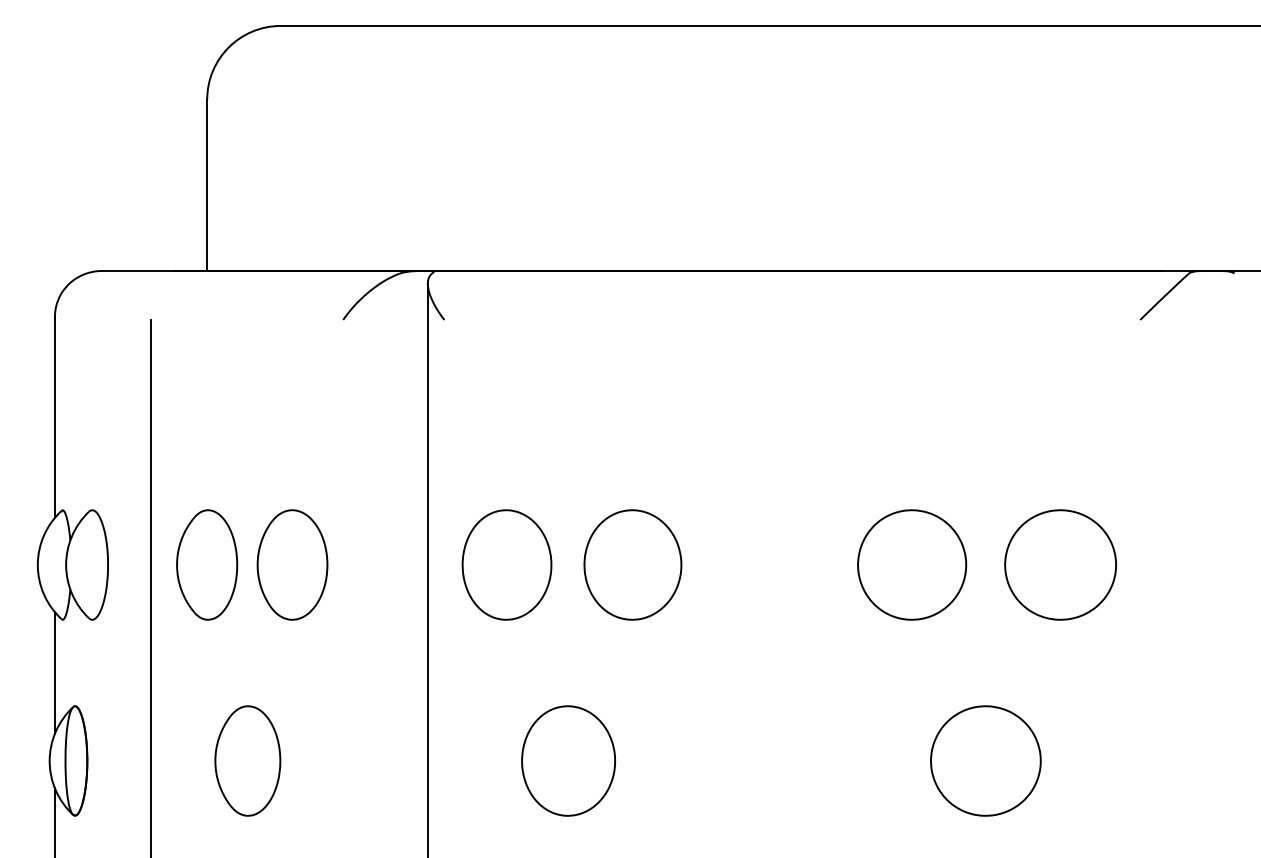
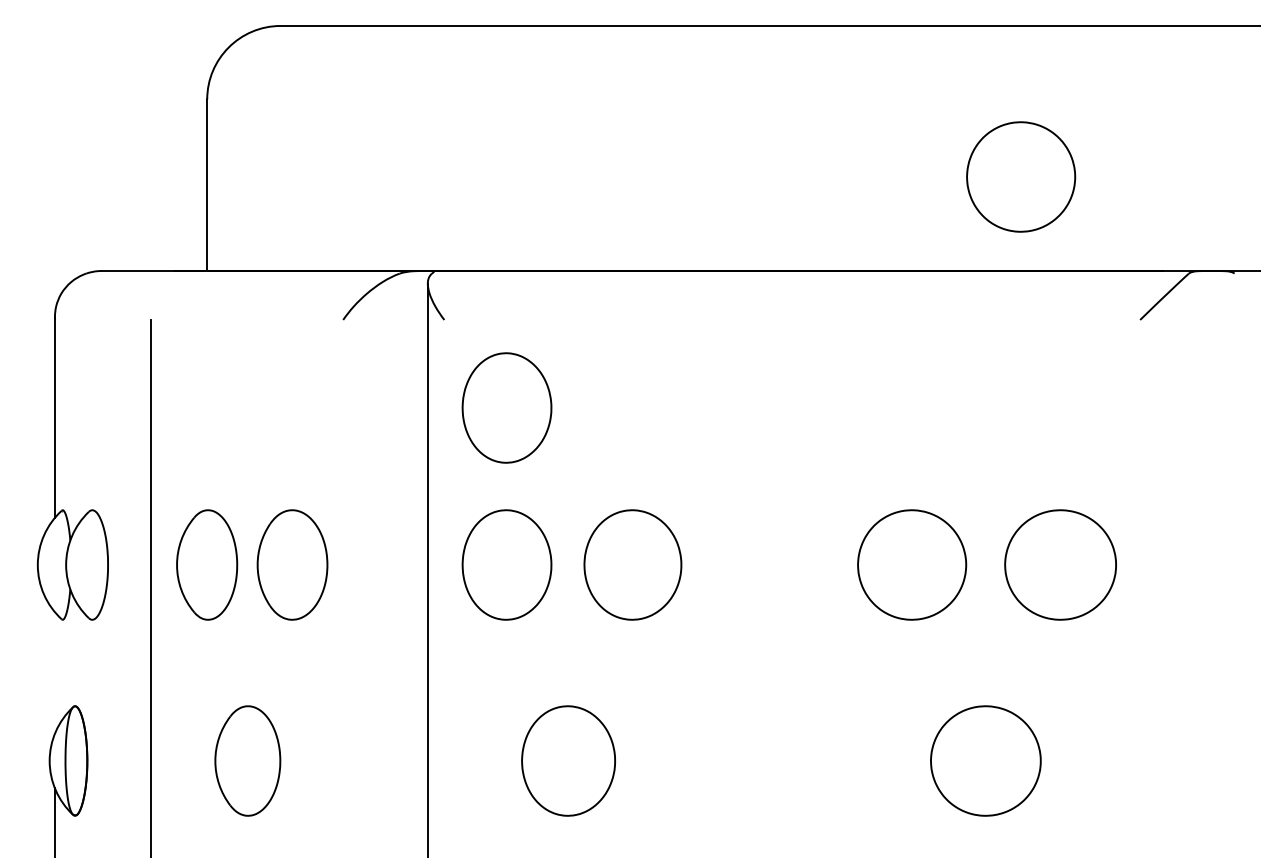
part at (1021, 176): none -> present
part at (506, 407): none -> present
line at (54, 672): present -> none
